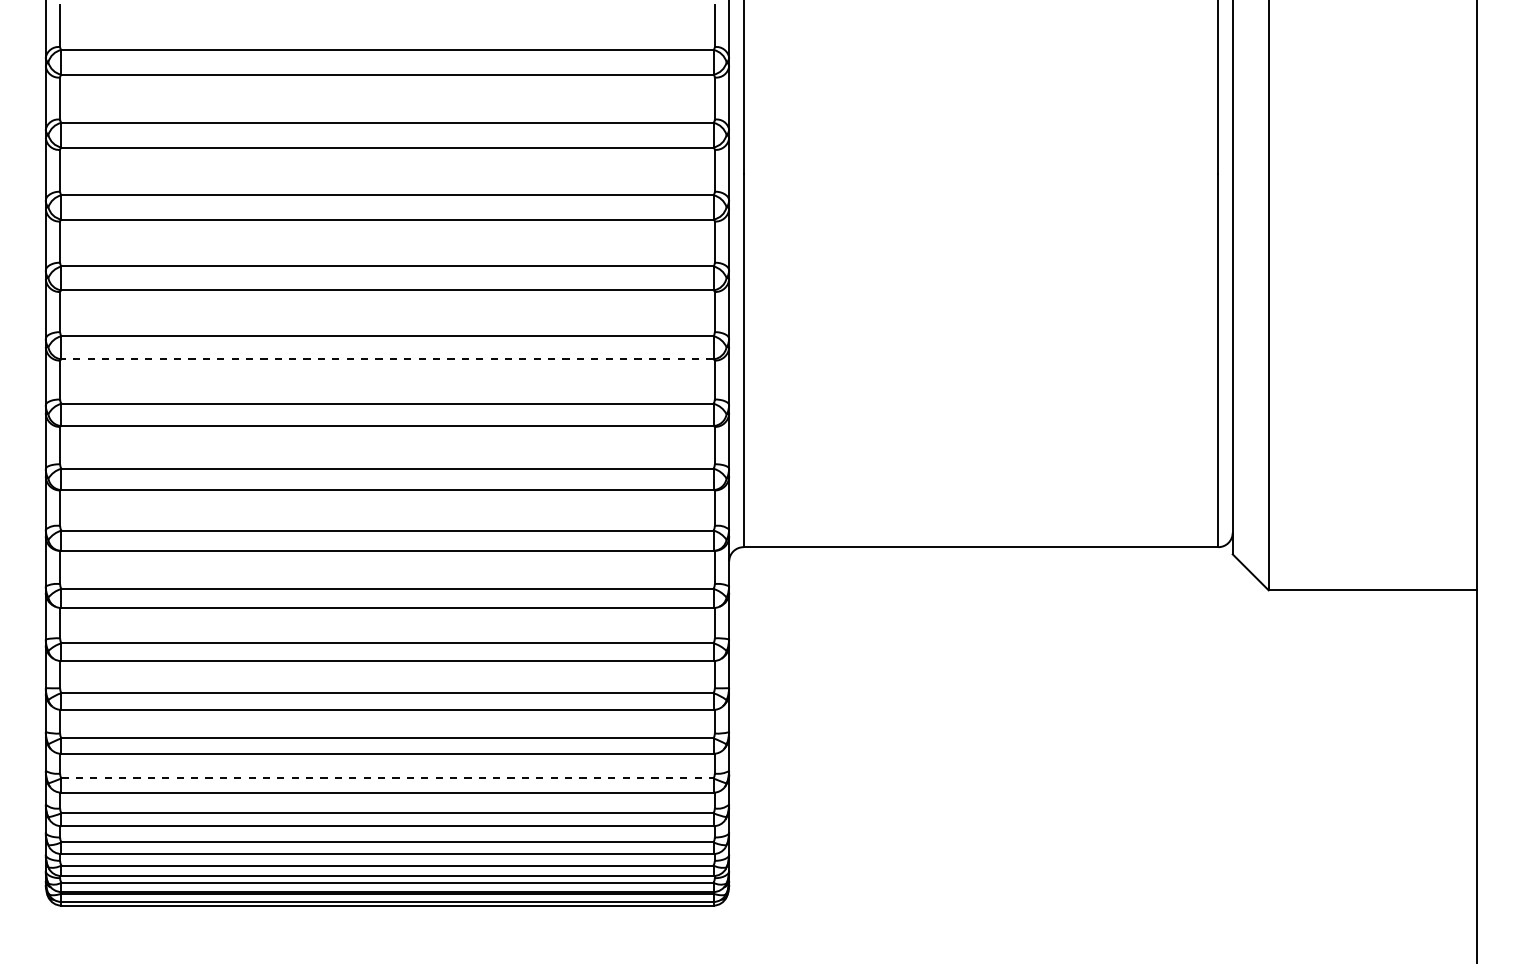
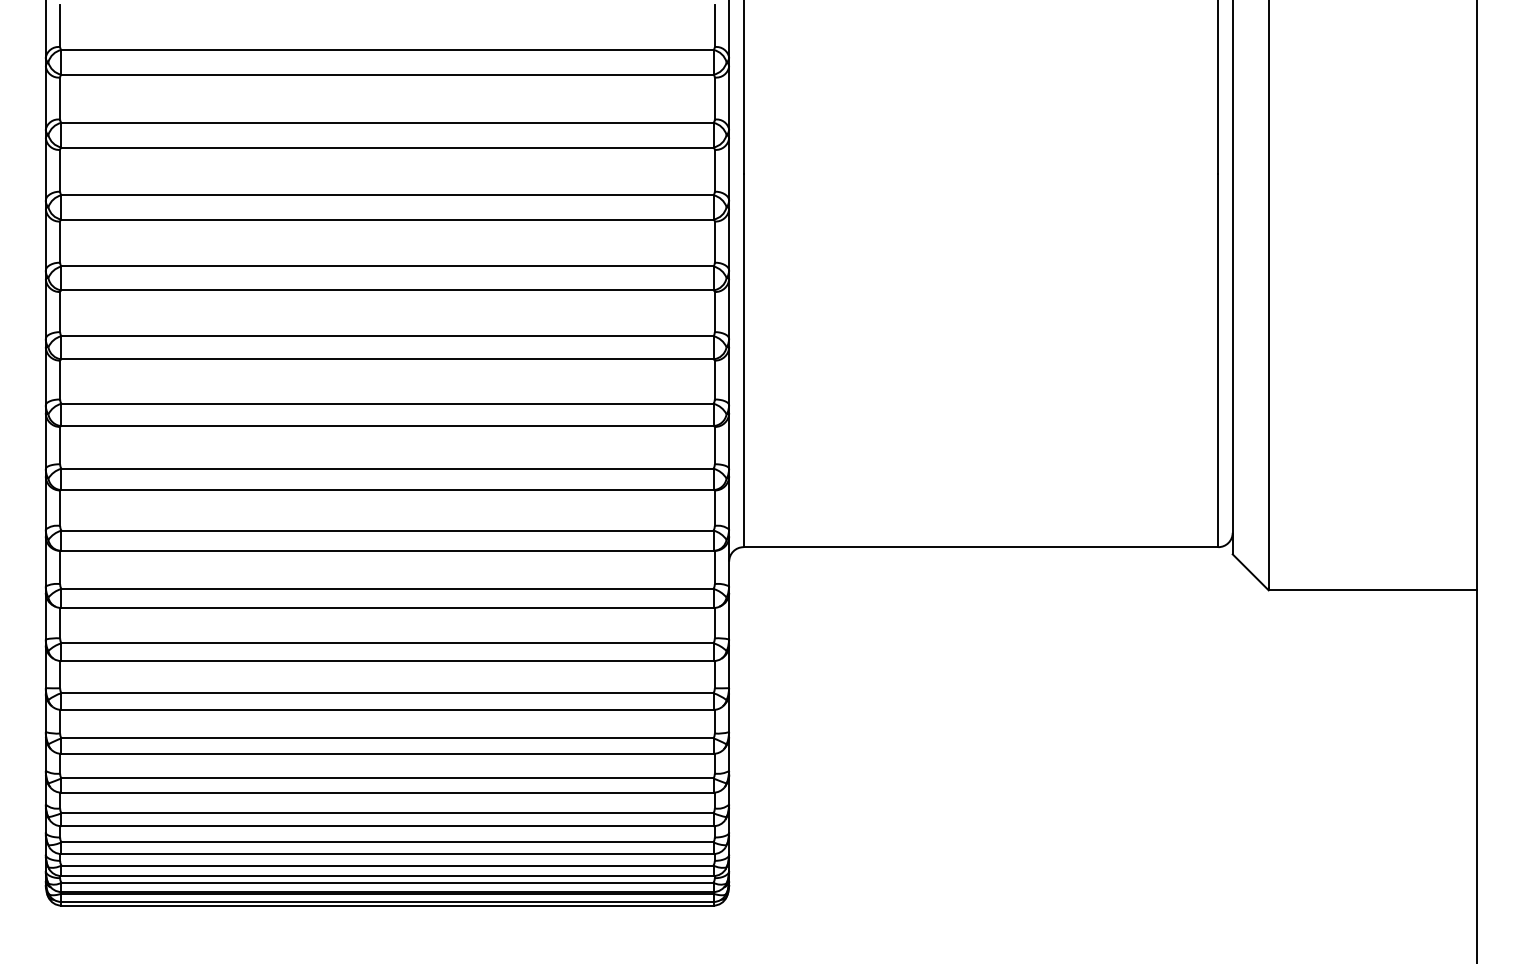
line at (386, 359): dashed -> solid
line at (387, 778): dashed -> solid
